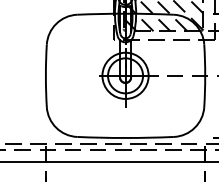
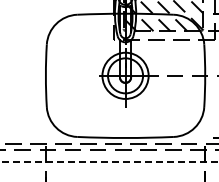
line at (109, 161): solid -> dashed
